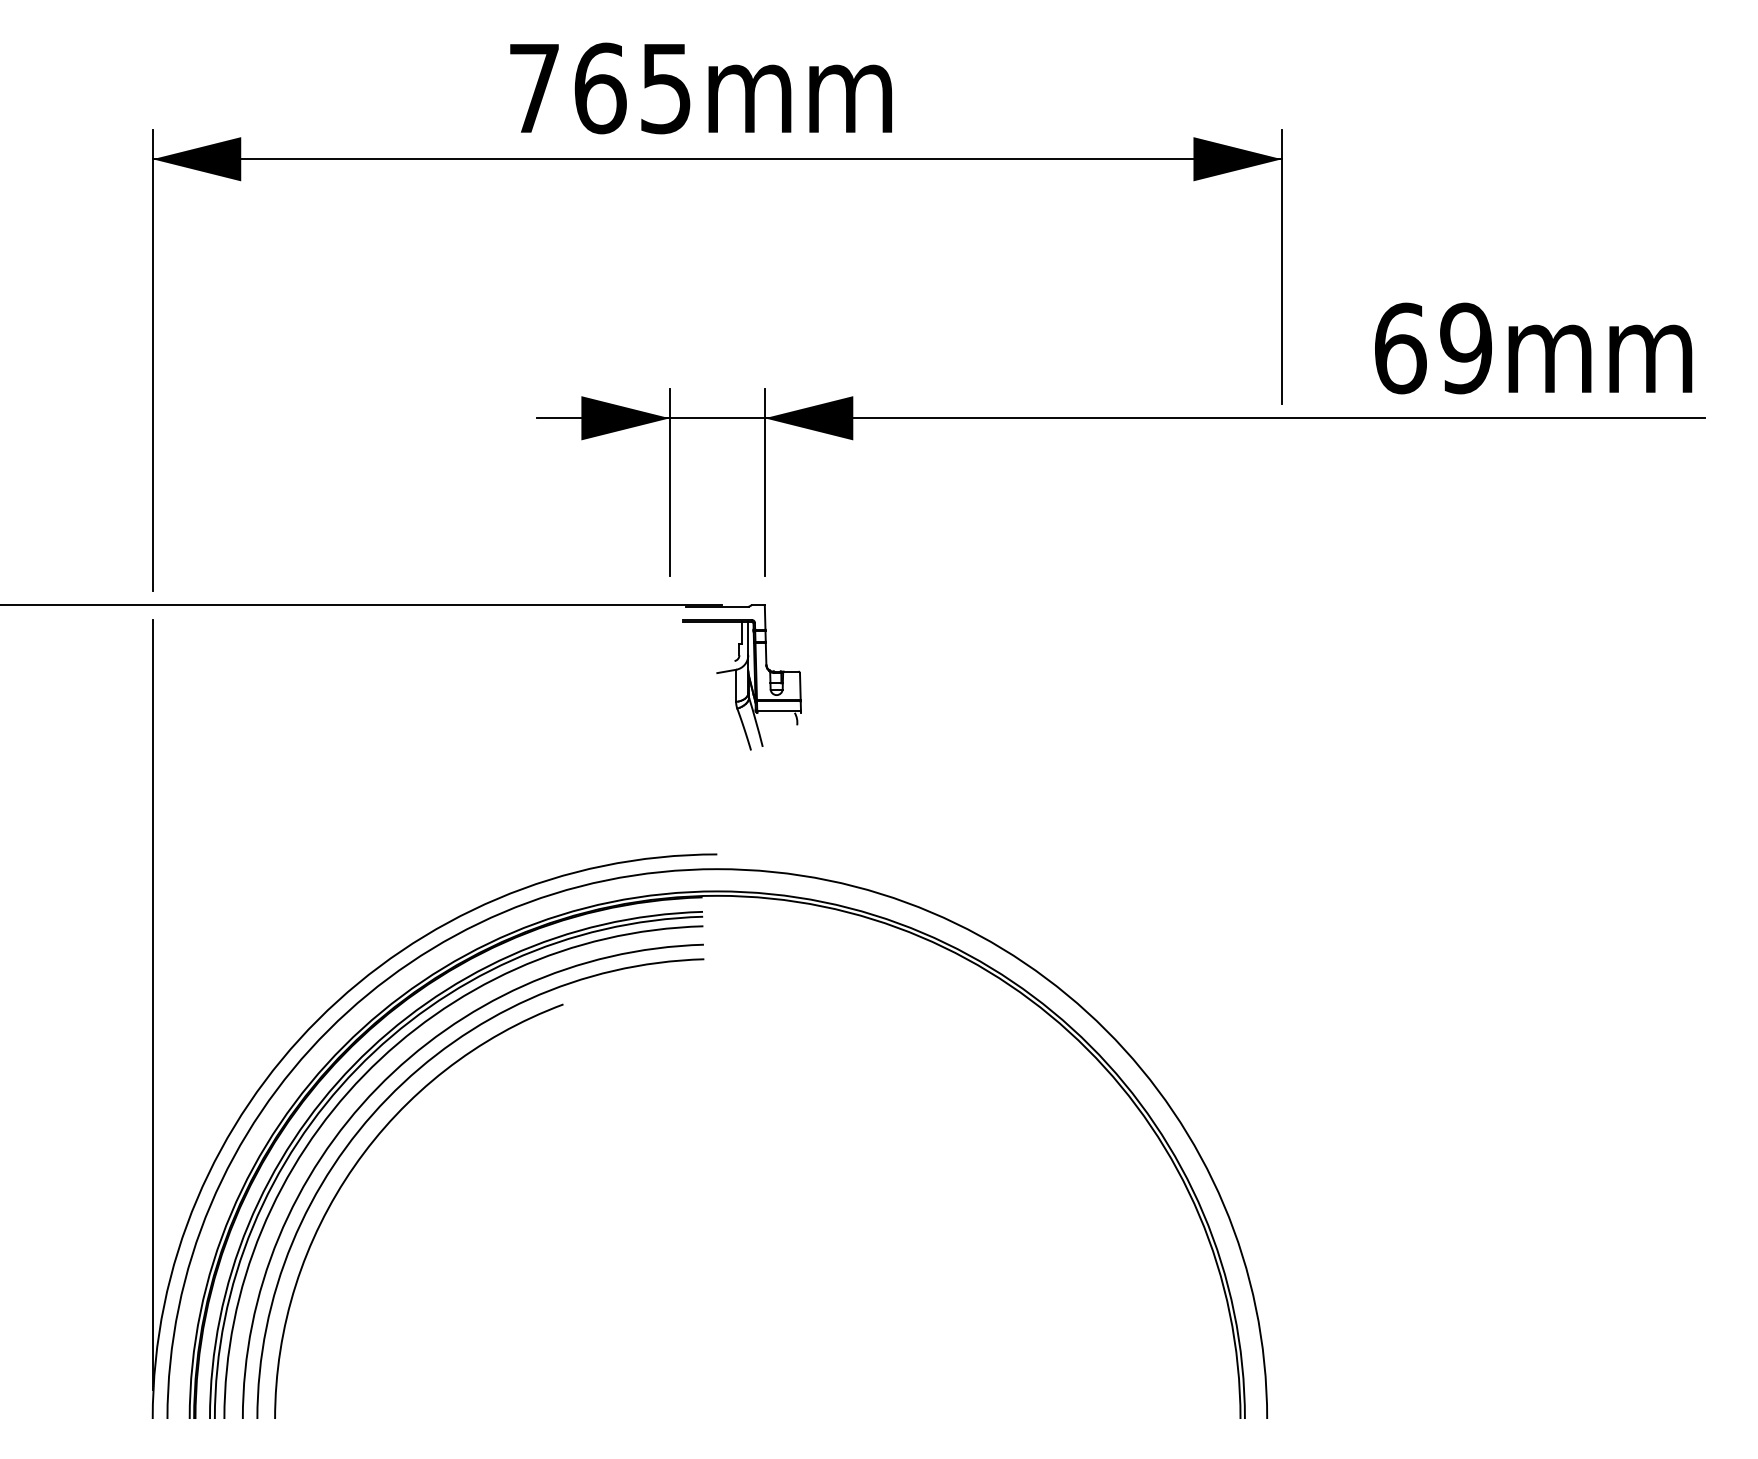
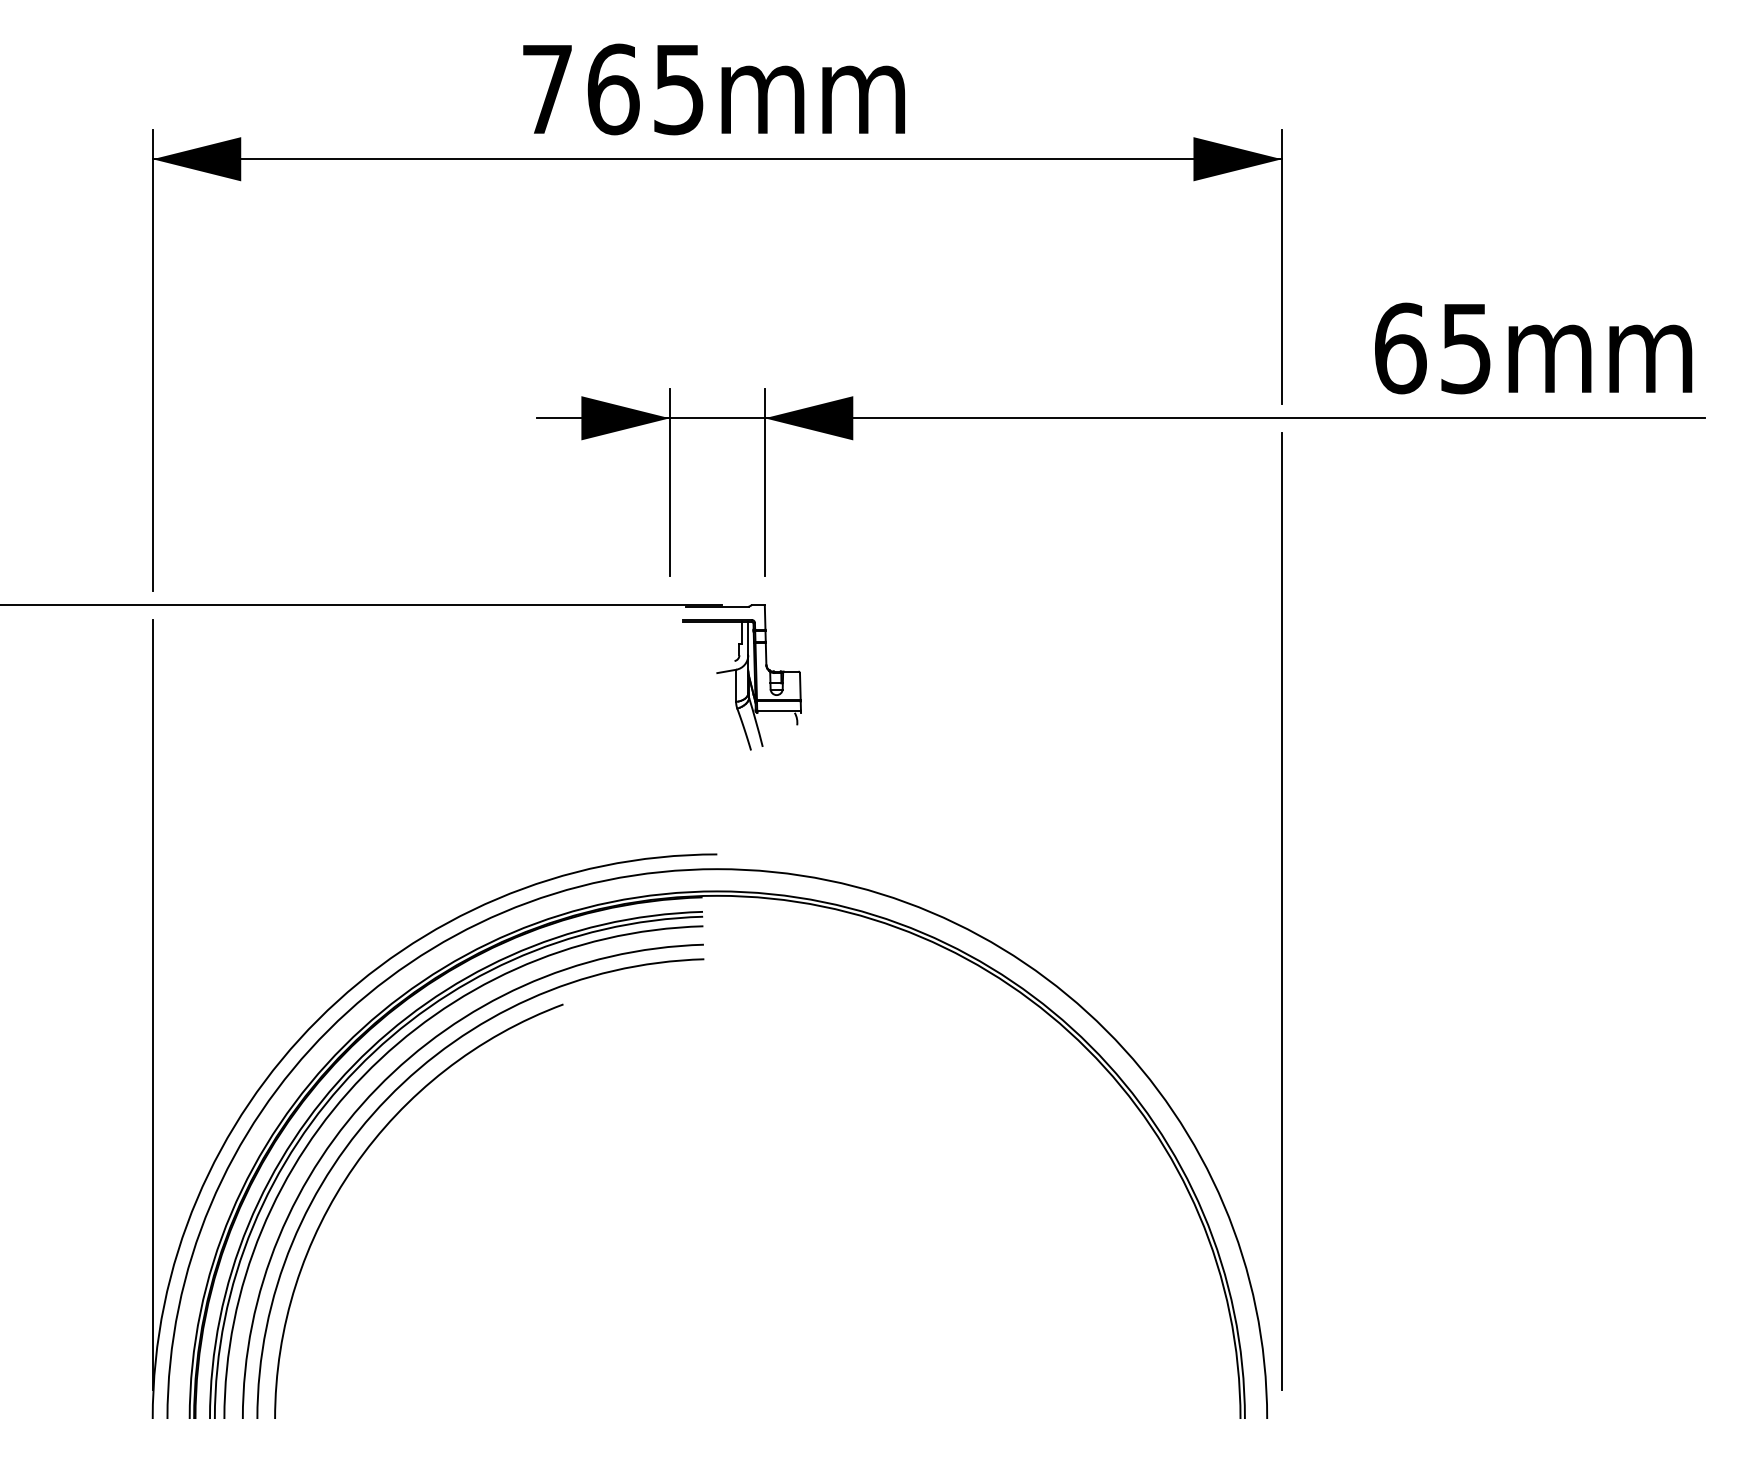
text at (700, 88) position: (700, 88) -> (713, 89)
text at (1465, 348): 69mm -> 65mm
line at (1281, 911): none -> present
